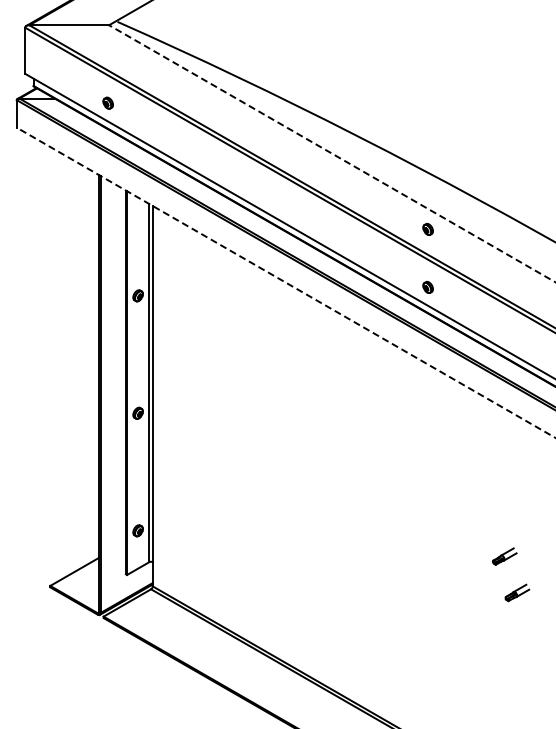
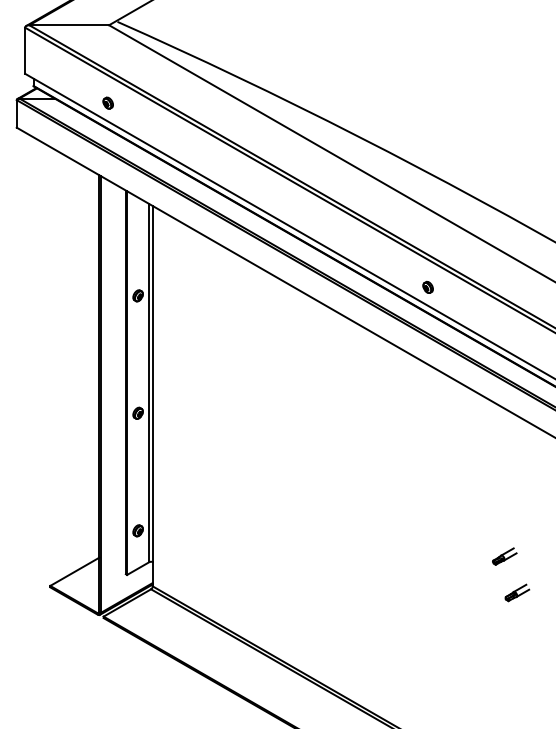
line at (331, 153): dashed -> solid
part at (427, 228): present -> none
line at (286, 282): dashed -> solid
